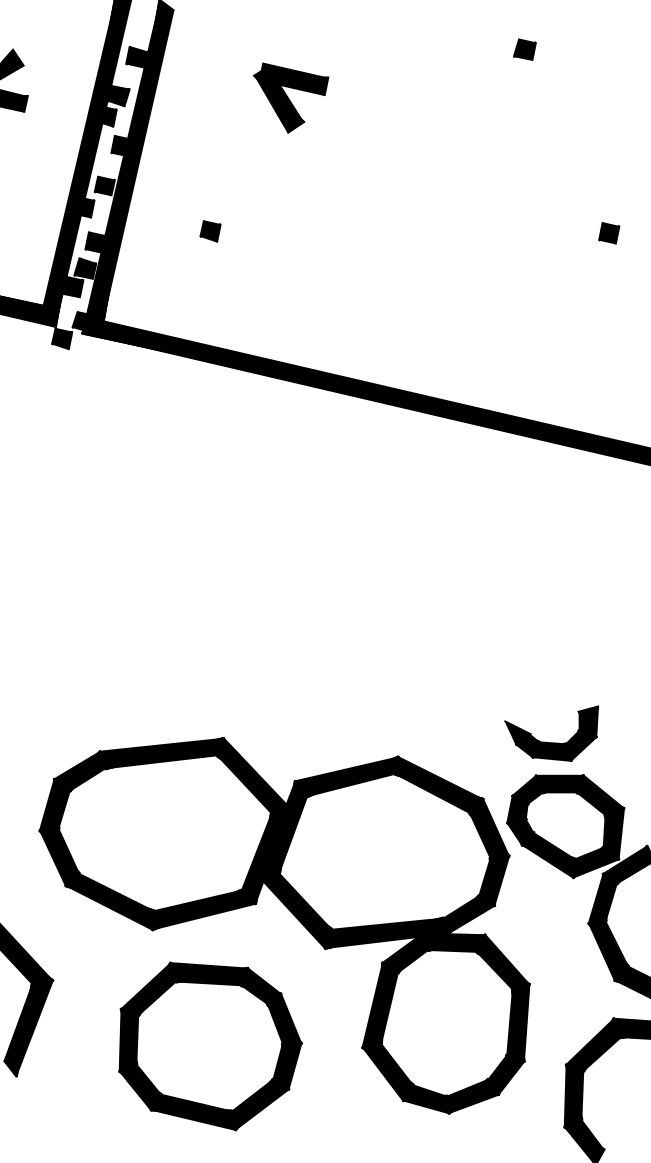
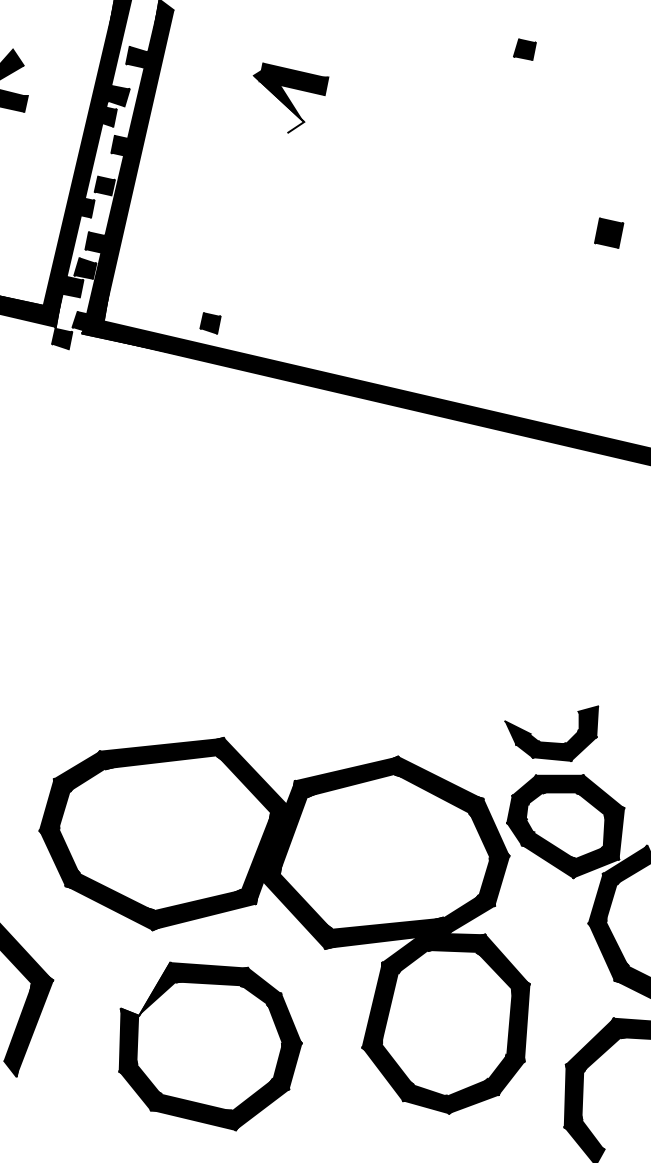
fill at (279, 104): present -> none
part at (210, 231) position: (210, 231) -> (210, 323)
part at (609, 233) size: 23x23 px -> 31x32 px
fill at (145, 988): present -> none
